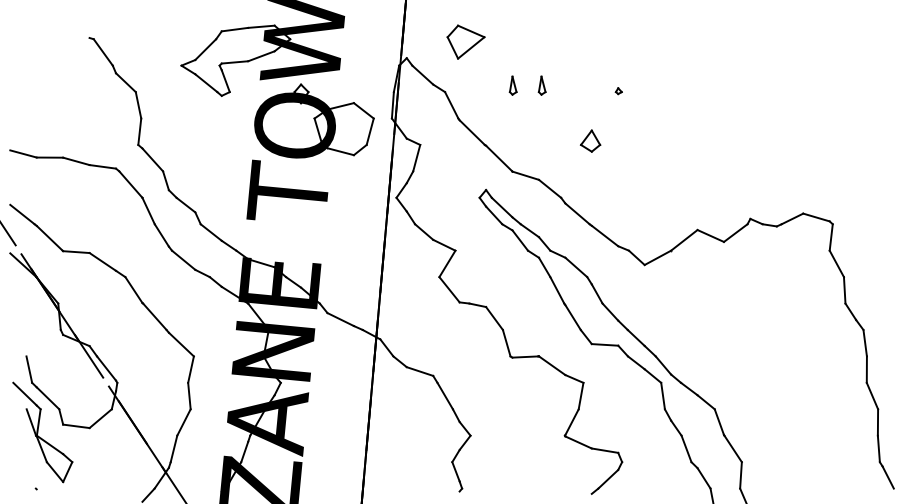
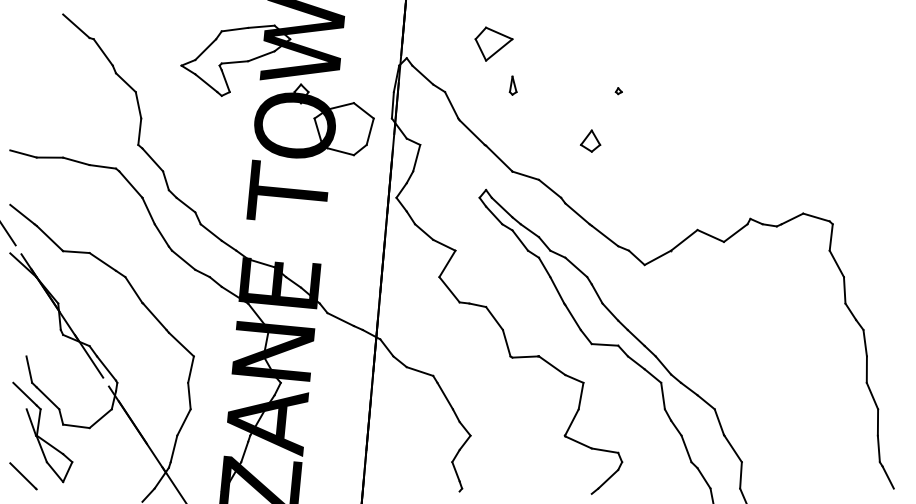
line at (76, 26): none -> present
part at (465, 41) position: (465, 41) -> (493, 43)
part at (541, 85): present -> none
line at (22, 475): none -> present
